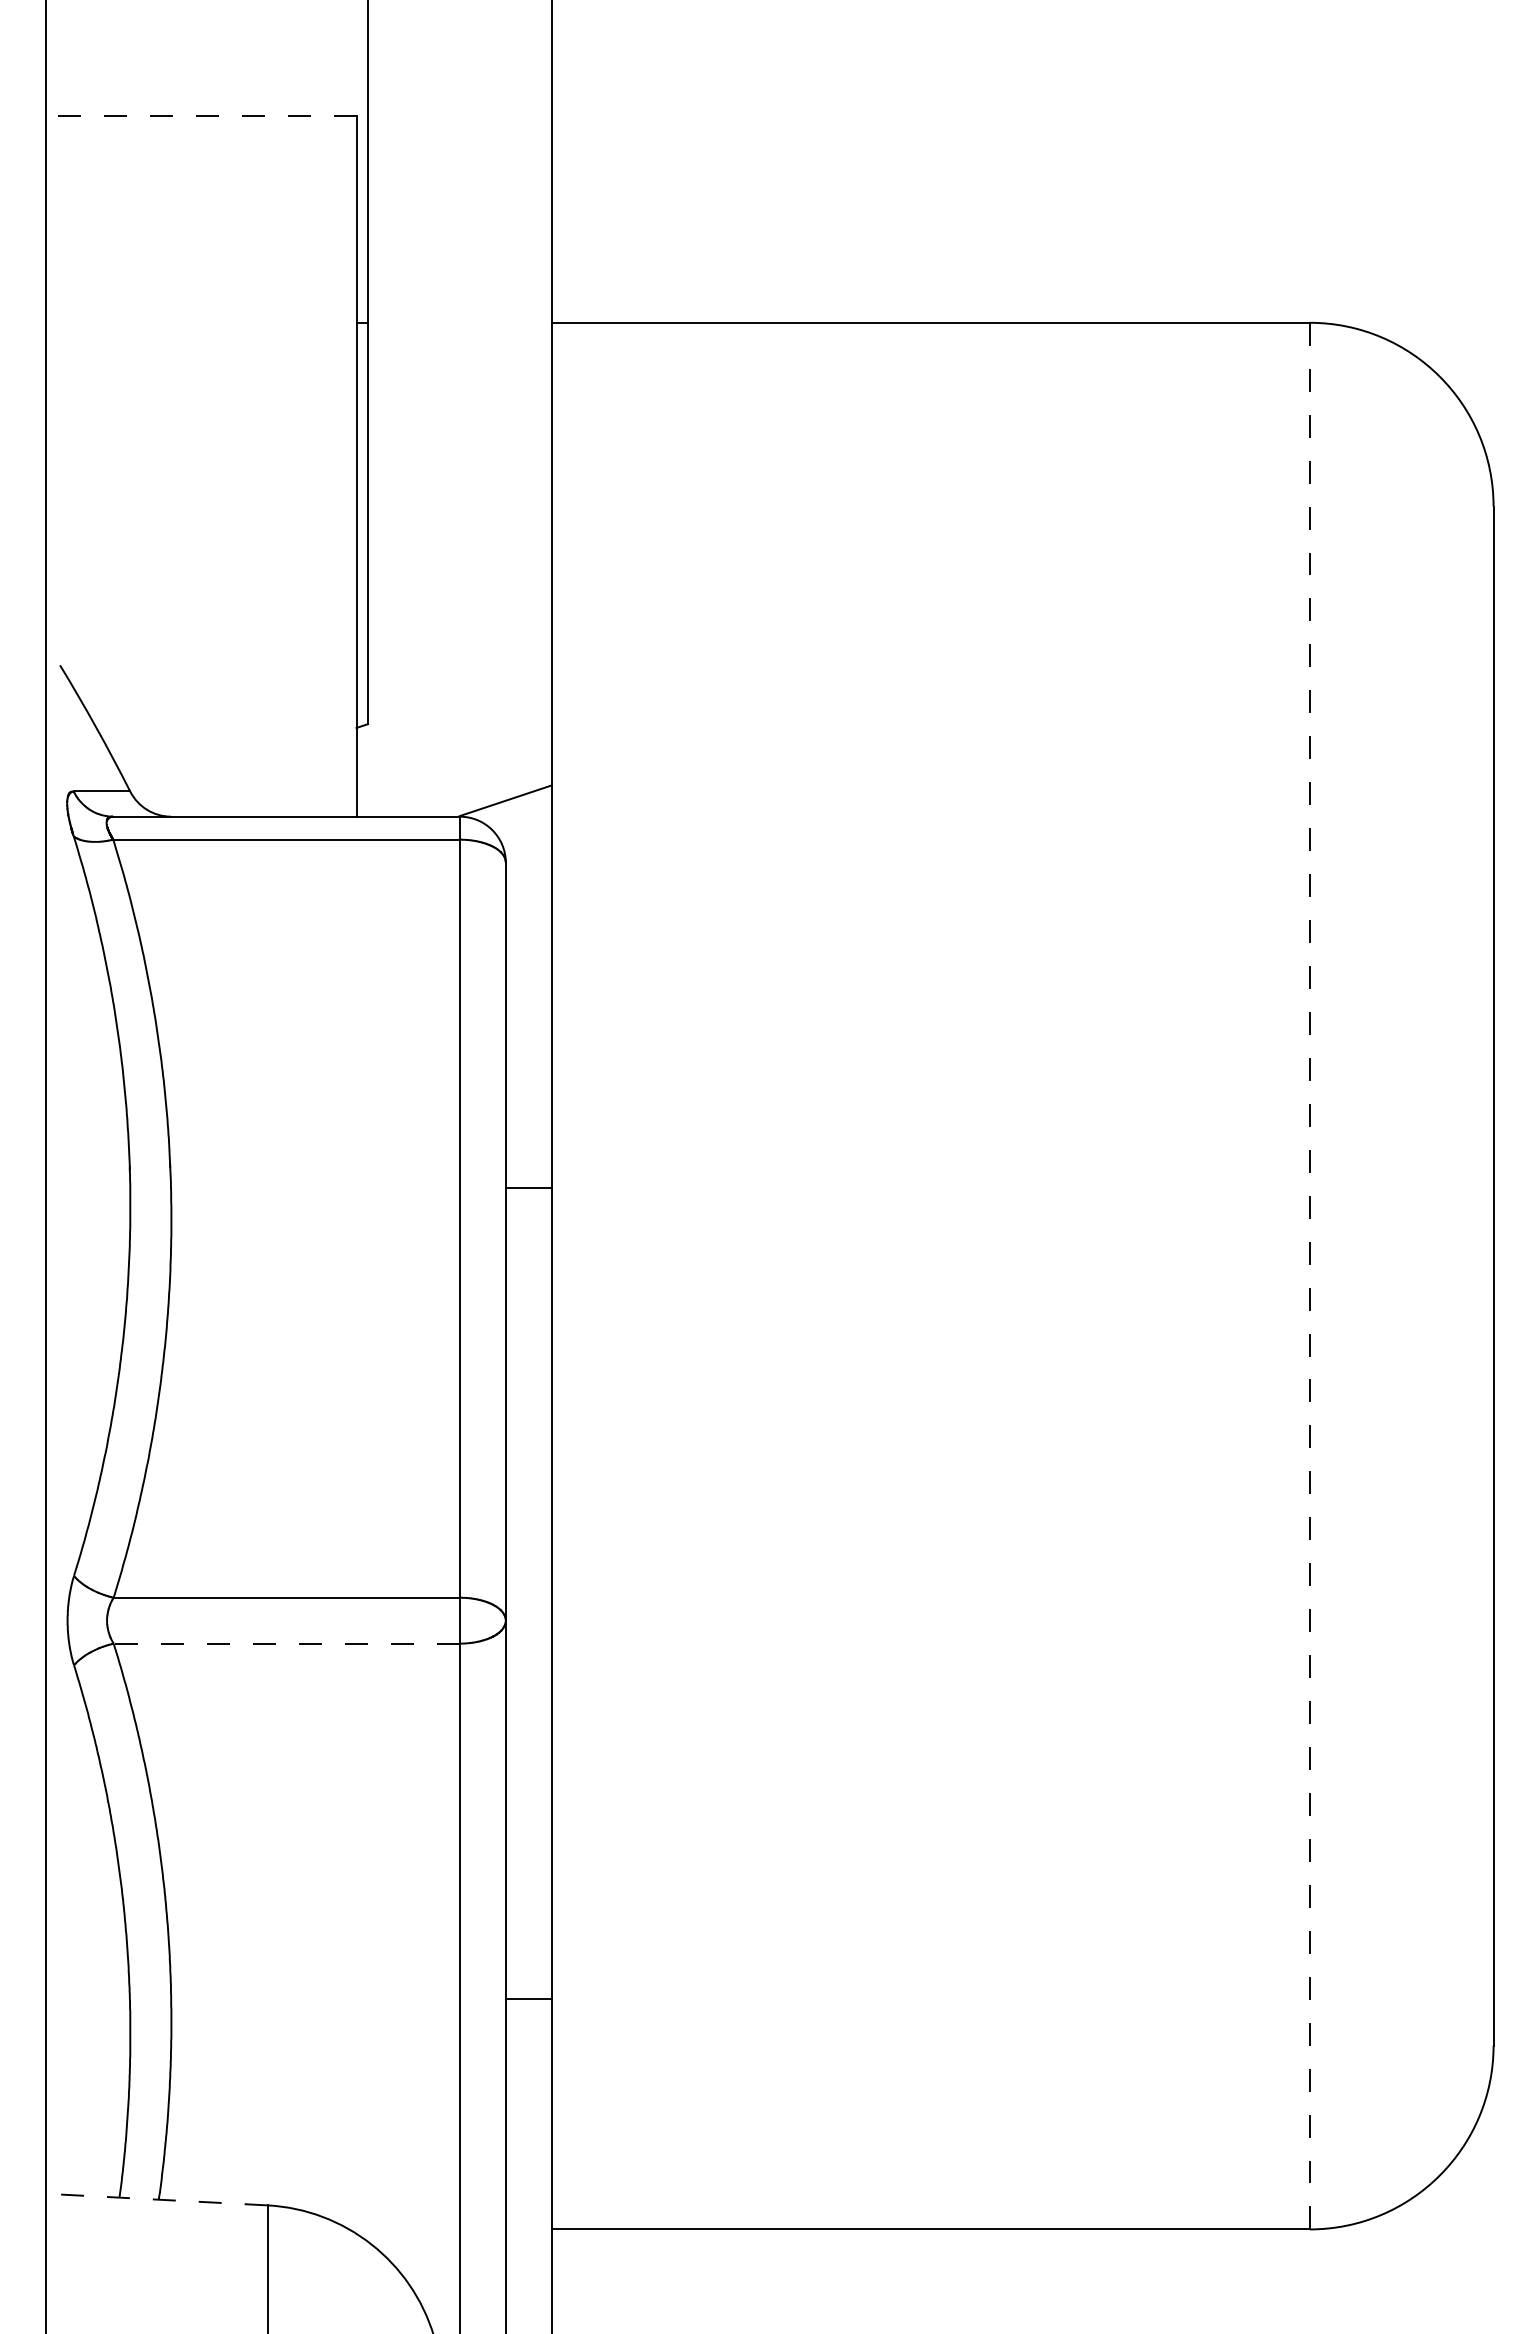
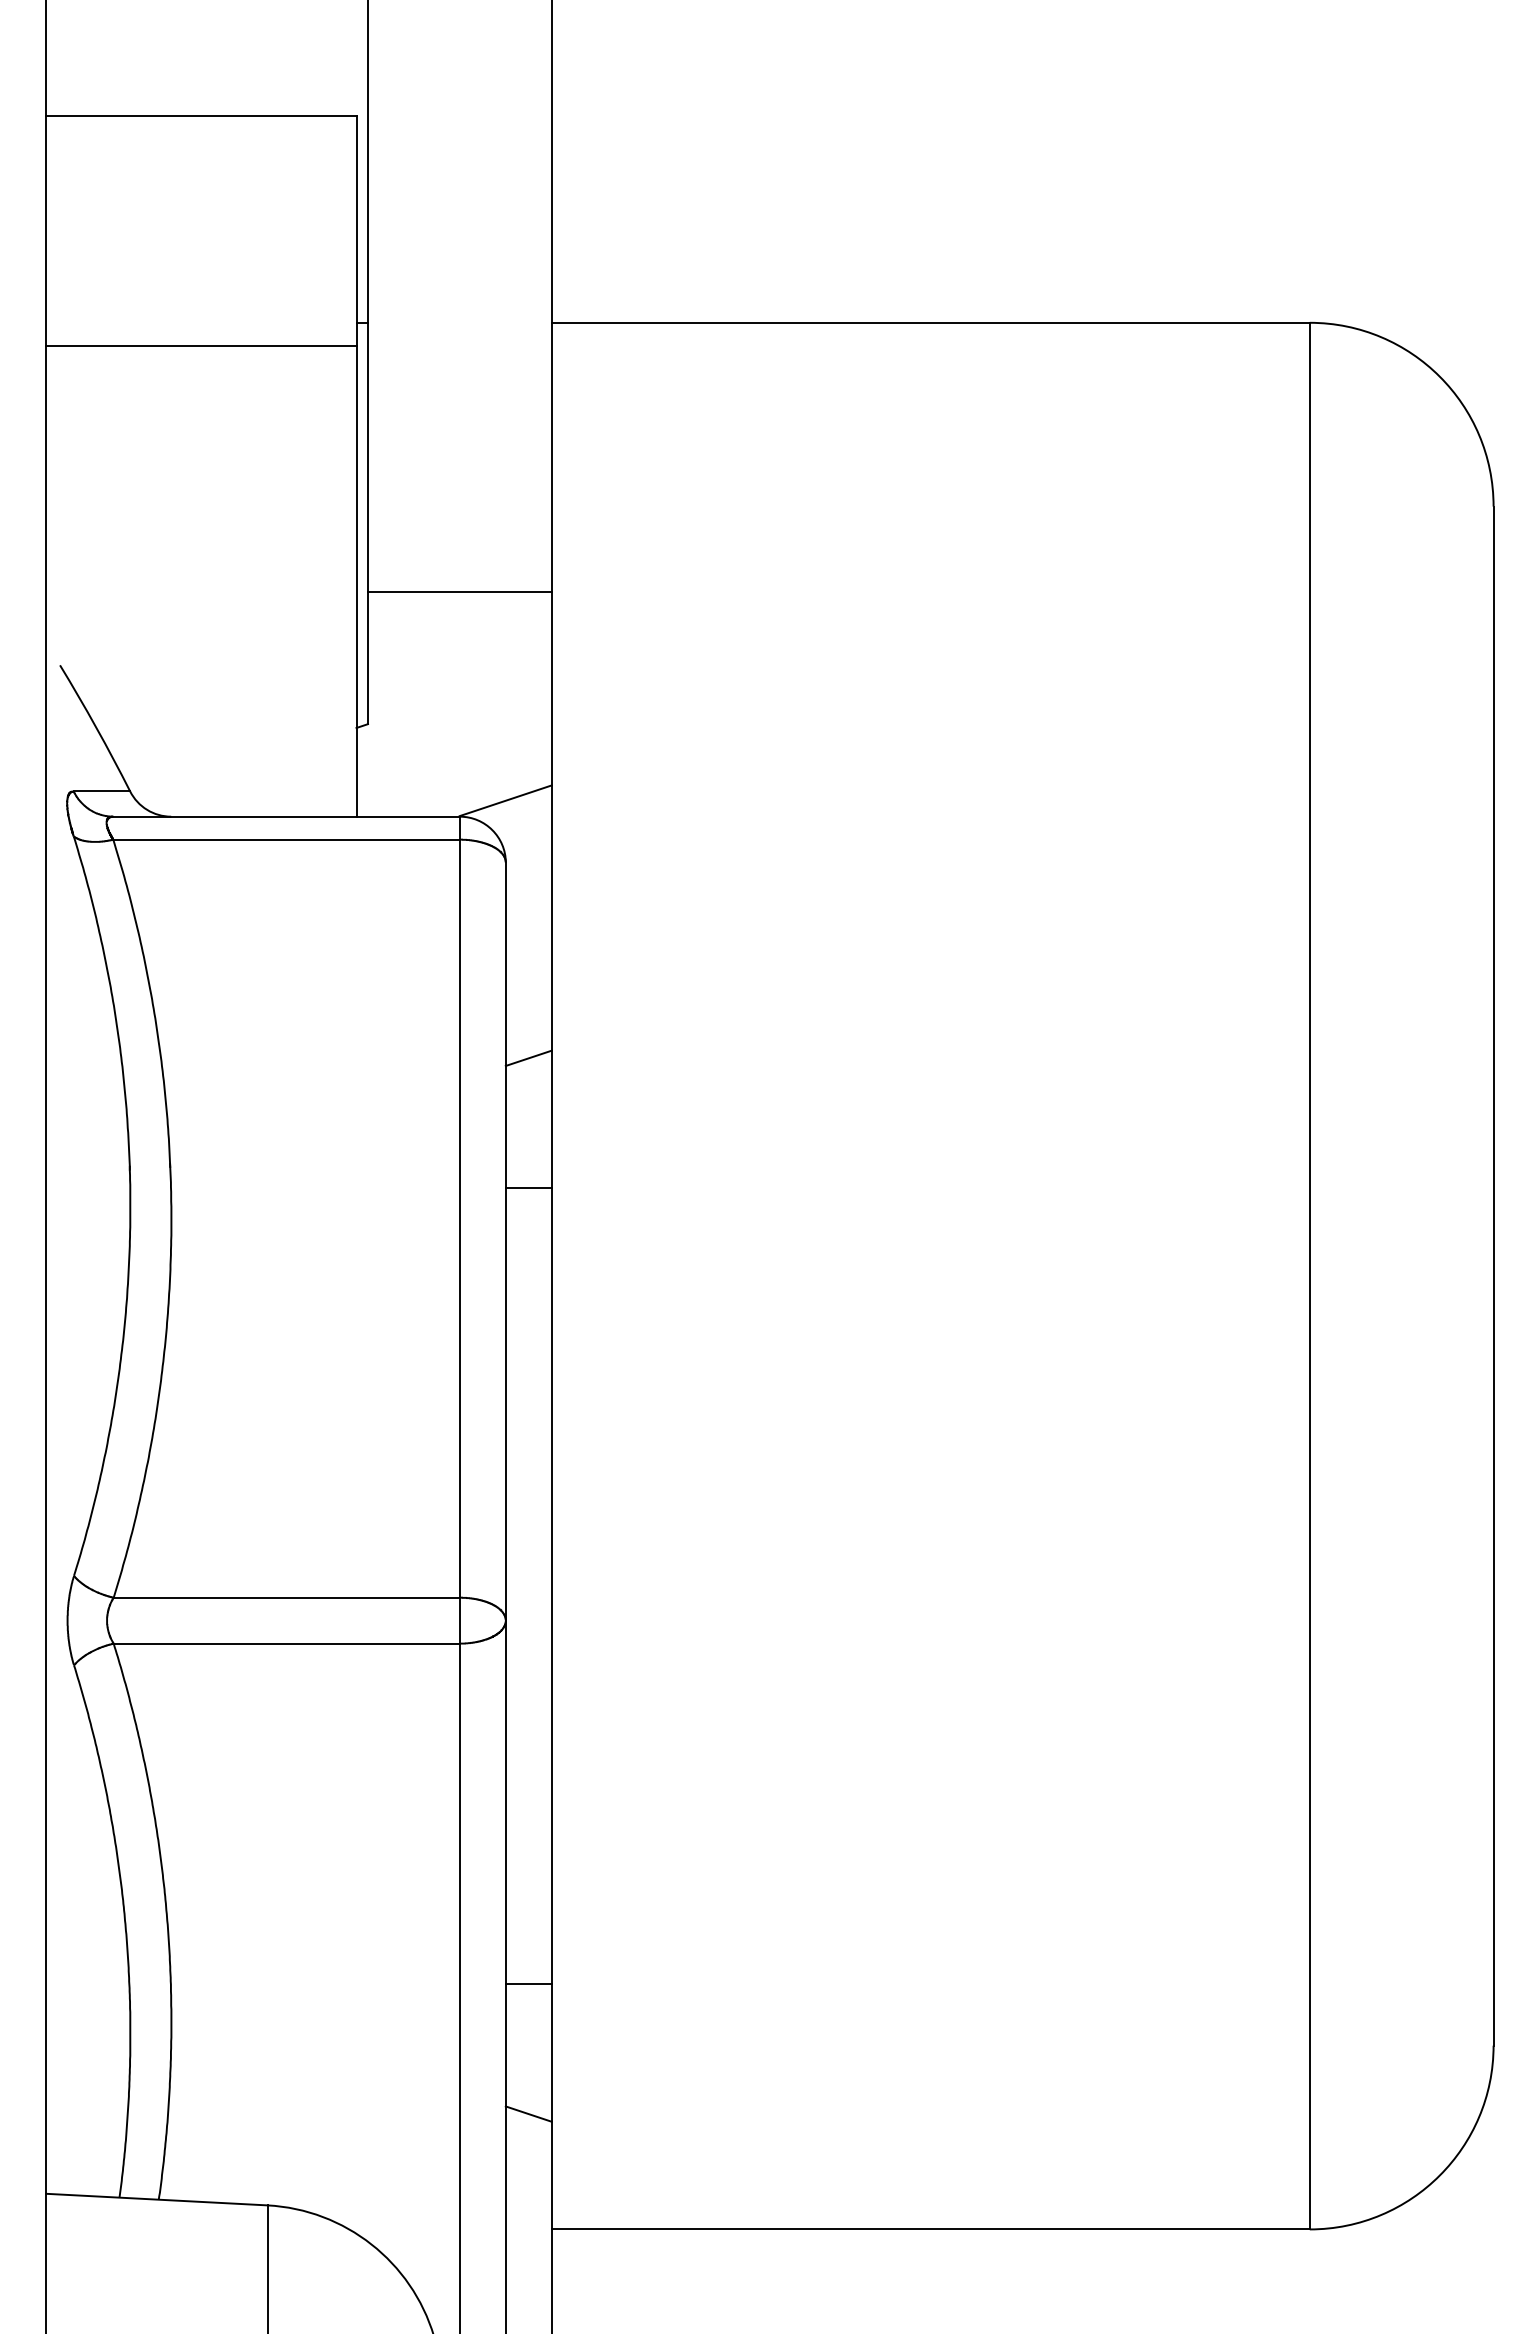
line at (200, 116): dashed -> solid
line at (201, 345): none -> present
line at (459, 591): none -> present
line at (528, 1057): none -> present
line at (1309, 1275): dashed -> solid
line at (286, 1643): dashed -> solid
line at (528, 1999) position: (528, 1999) -> (528, 1984)
line at (528, 2113): none -> present
line at (156, 2199): dashed -> solid
